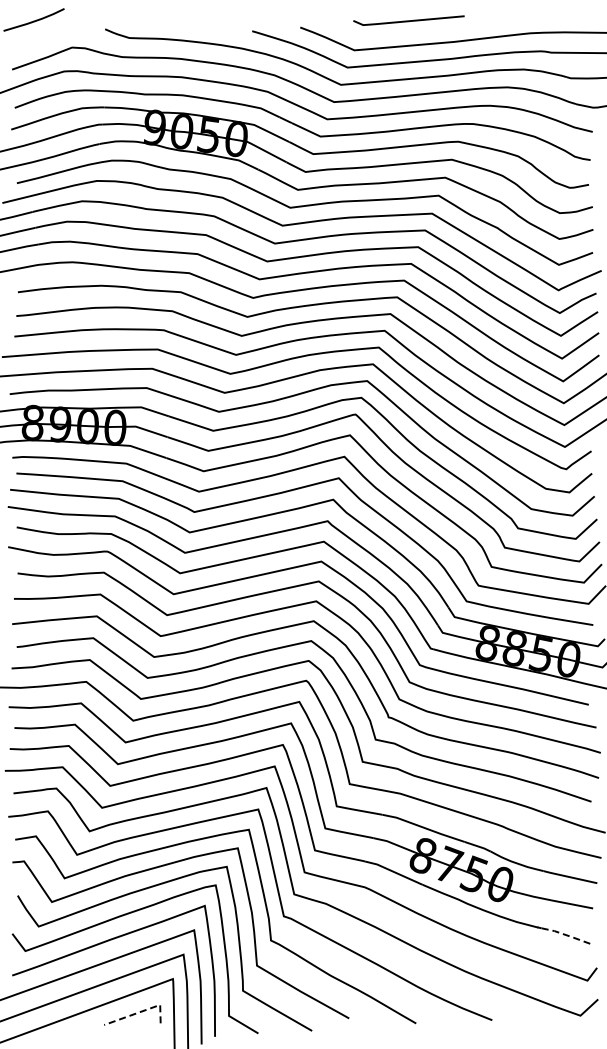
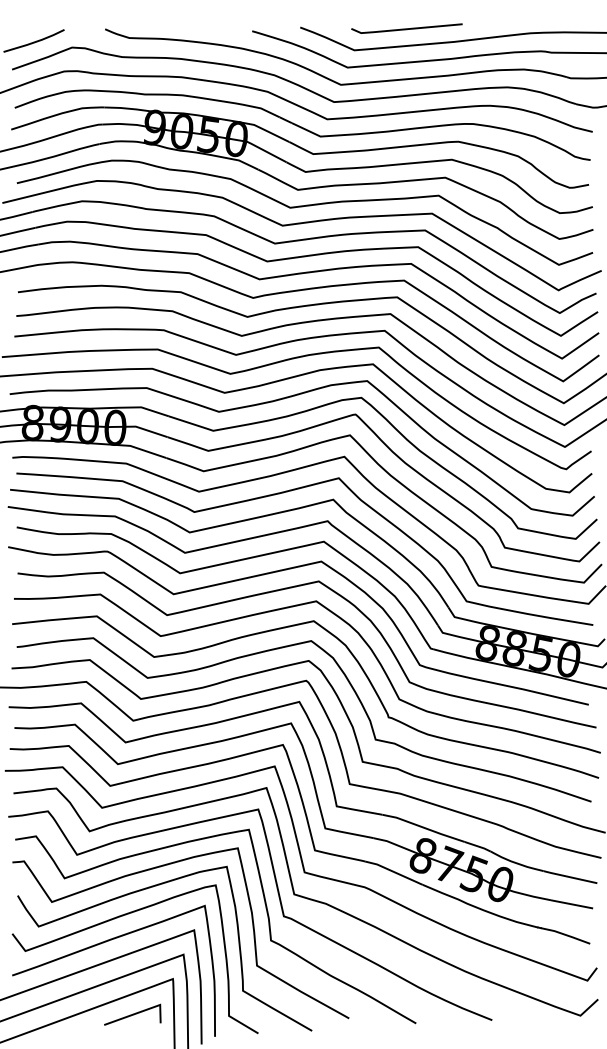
curve at (33, 20) position: (33, 20) -> (33, 41)
line at (408, 20) position: (408, 20) -> (406, 28)
line at (565, 934): dashed -> solid
line at (141, 1011): dashed -> solid
